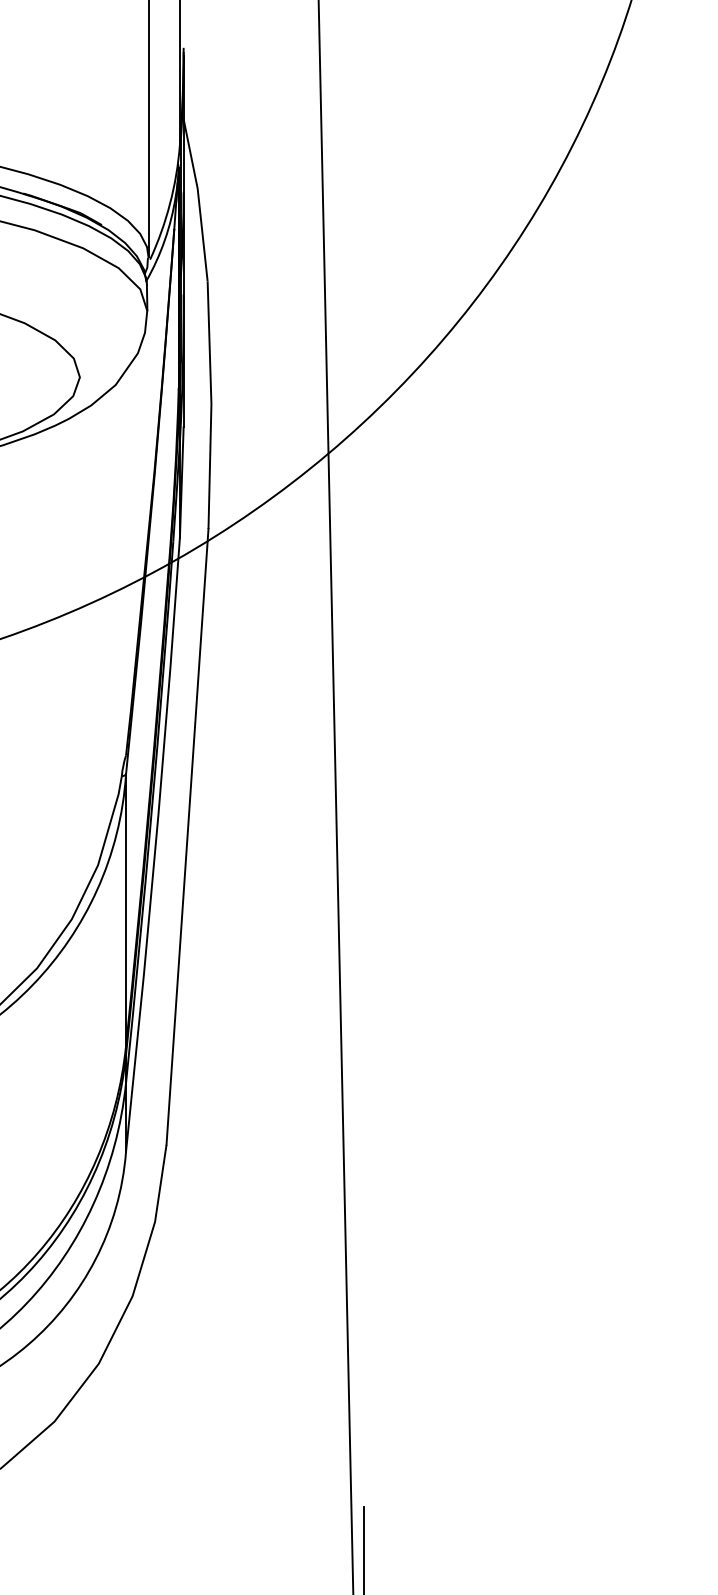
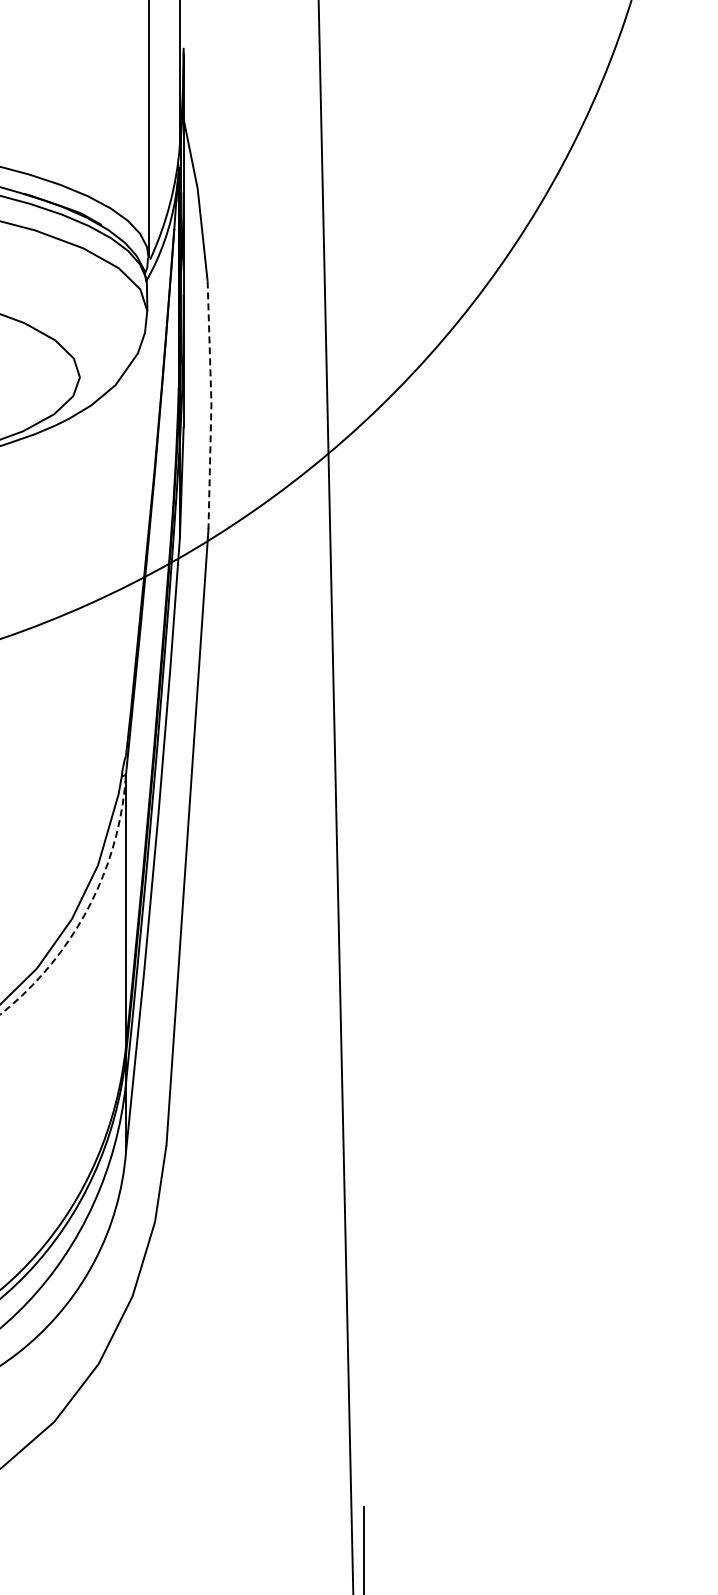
line at (211, 405): solid -> dashed
arc at (88, 908): solid -> dashed
